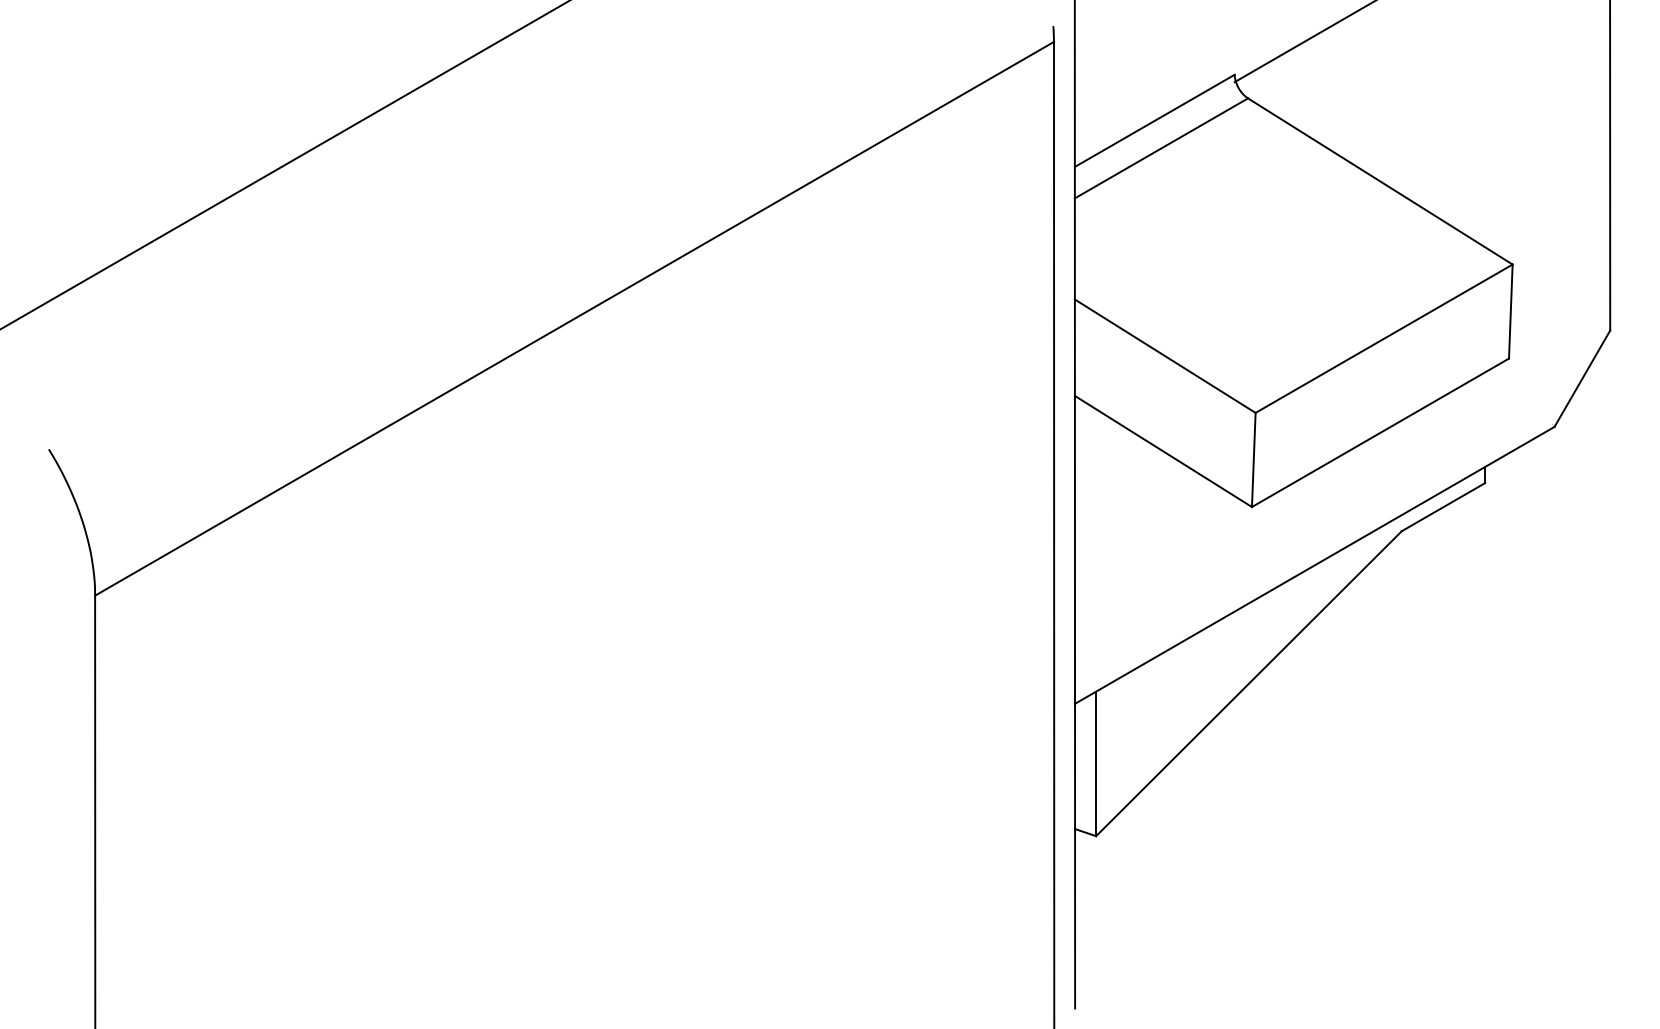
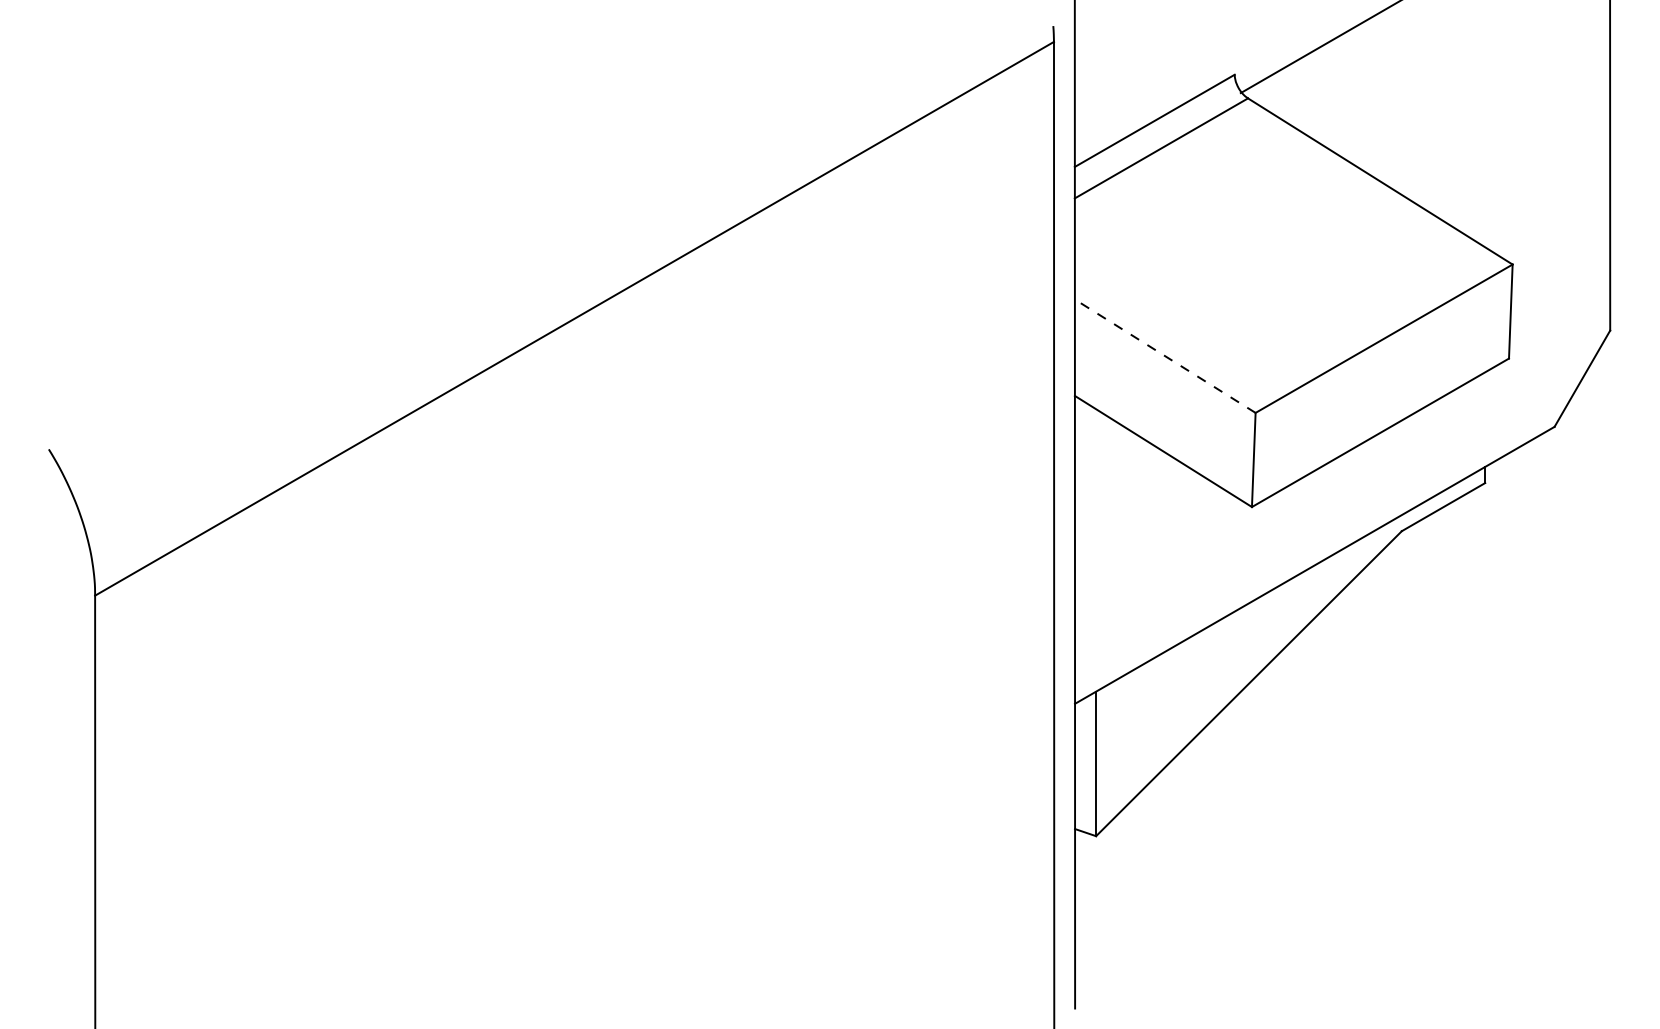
line at (1303, 42) position: (1303, 42) -> (1318, 47)
line at (284, 165): present -> none
line at (1165, 356): solid -> dashed
